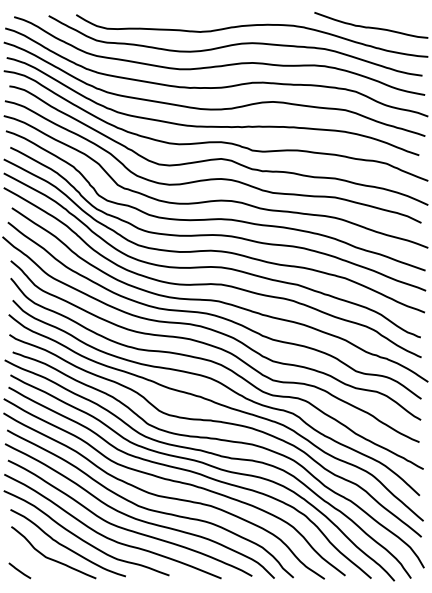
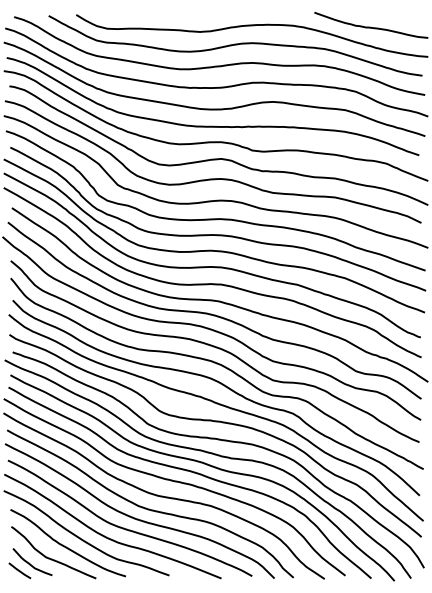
curve at (30, 563): none -> present
